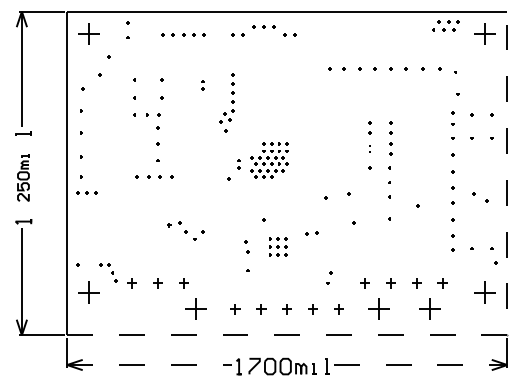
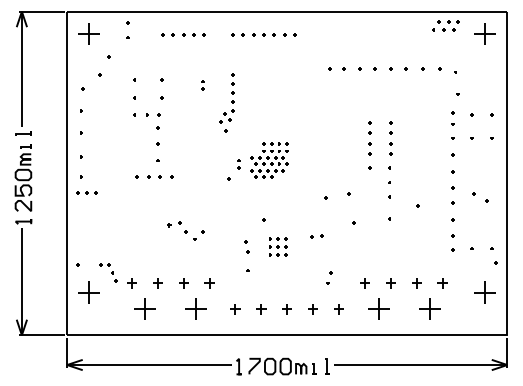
part at (263, 26) position: (263, 26) -> (263, 34)
part at (369, 148) size: 2x8 px -> 4x14 px
part at (23, 177) size: 13x48 px -> 19x68 px
part at (311, 233) position: (311, 233) -> (316, 236)
part at (209, 283): none -> present
part at (144, 308): none -> present
line at (449, 335): dashed -> solid
line at (149, 365): dashed -> solid
line at (420, 365): dashed -> solid
